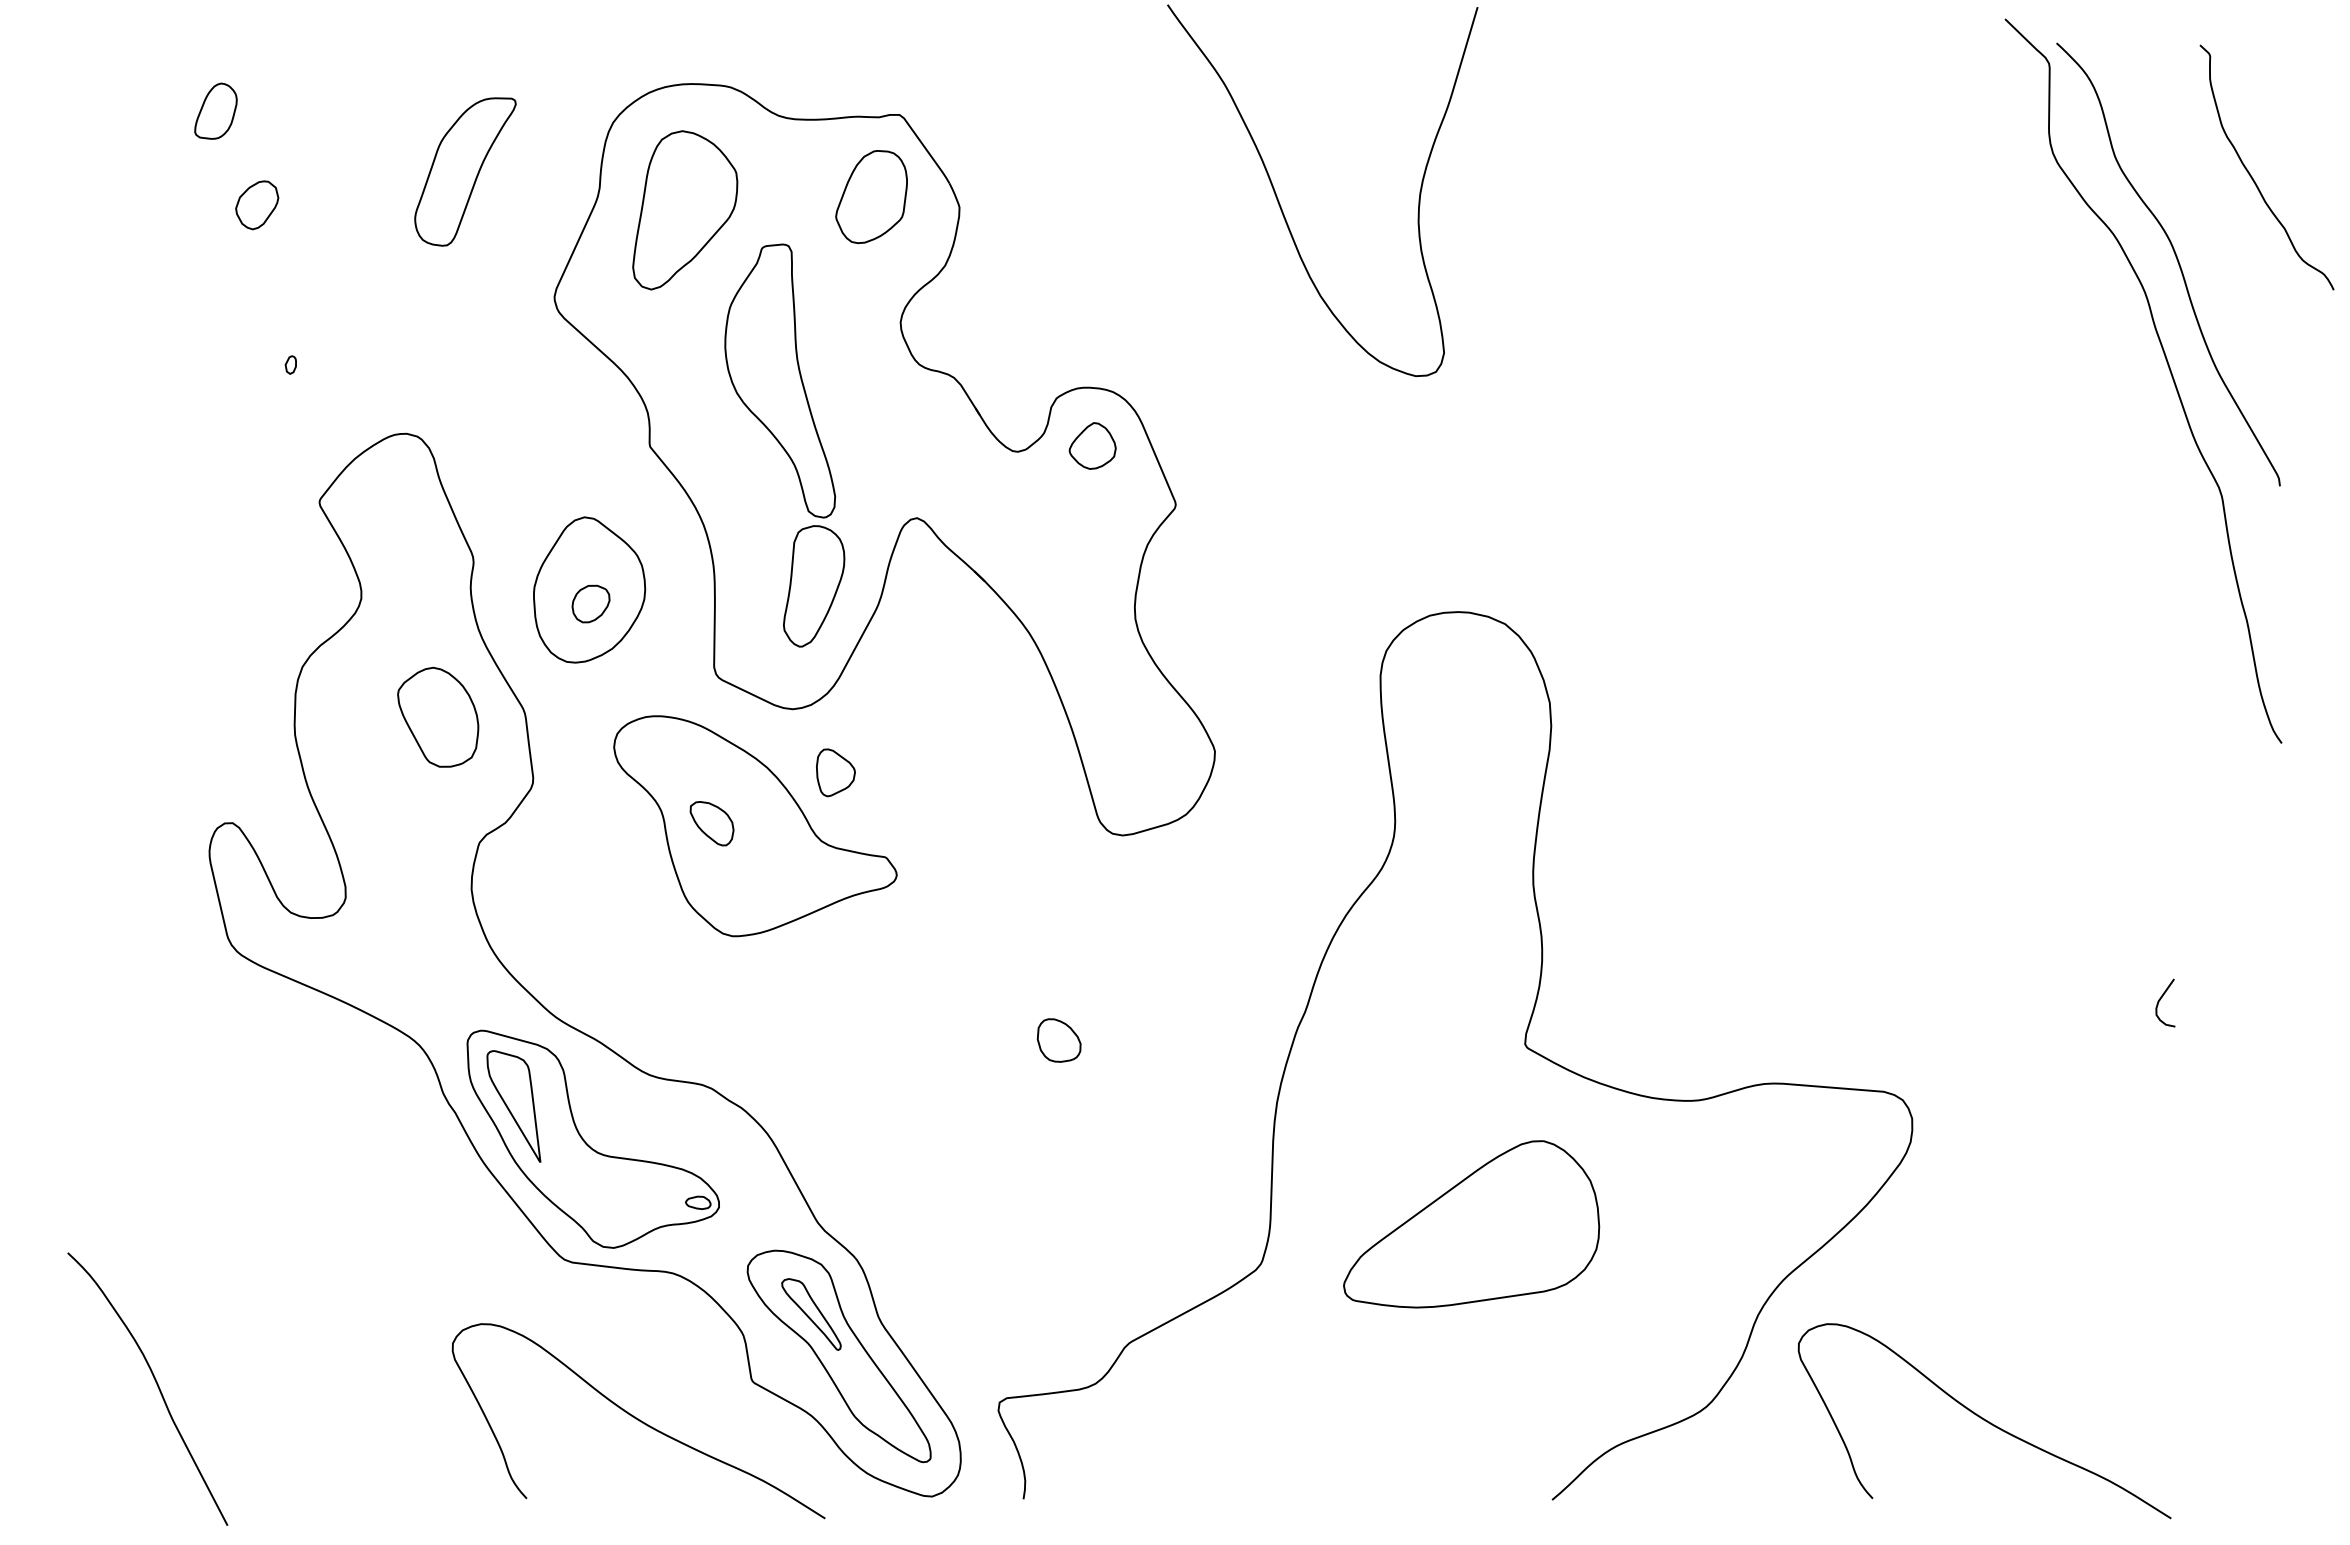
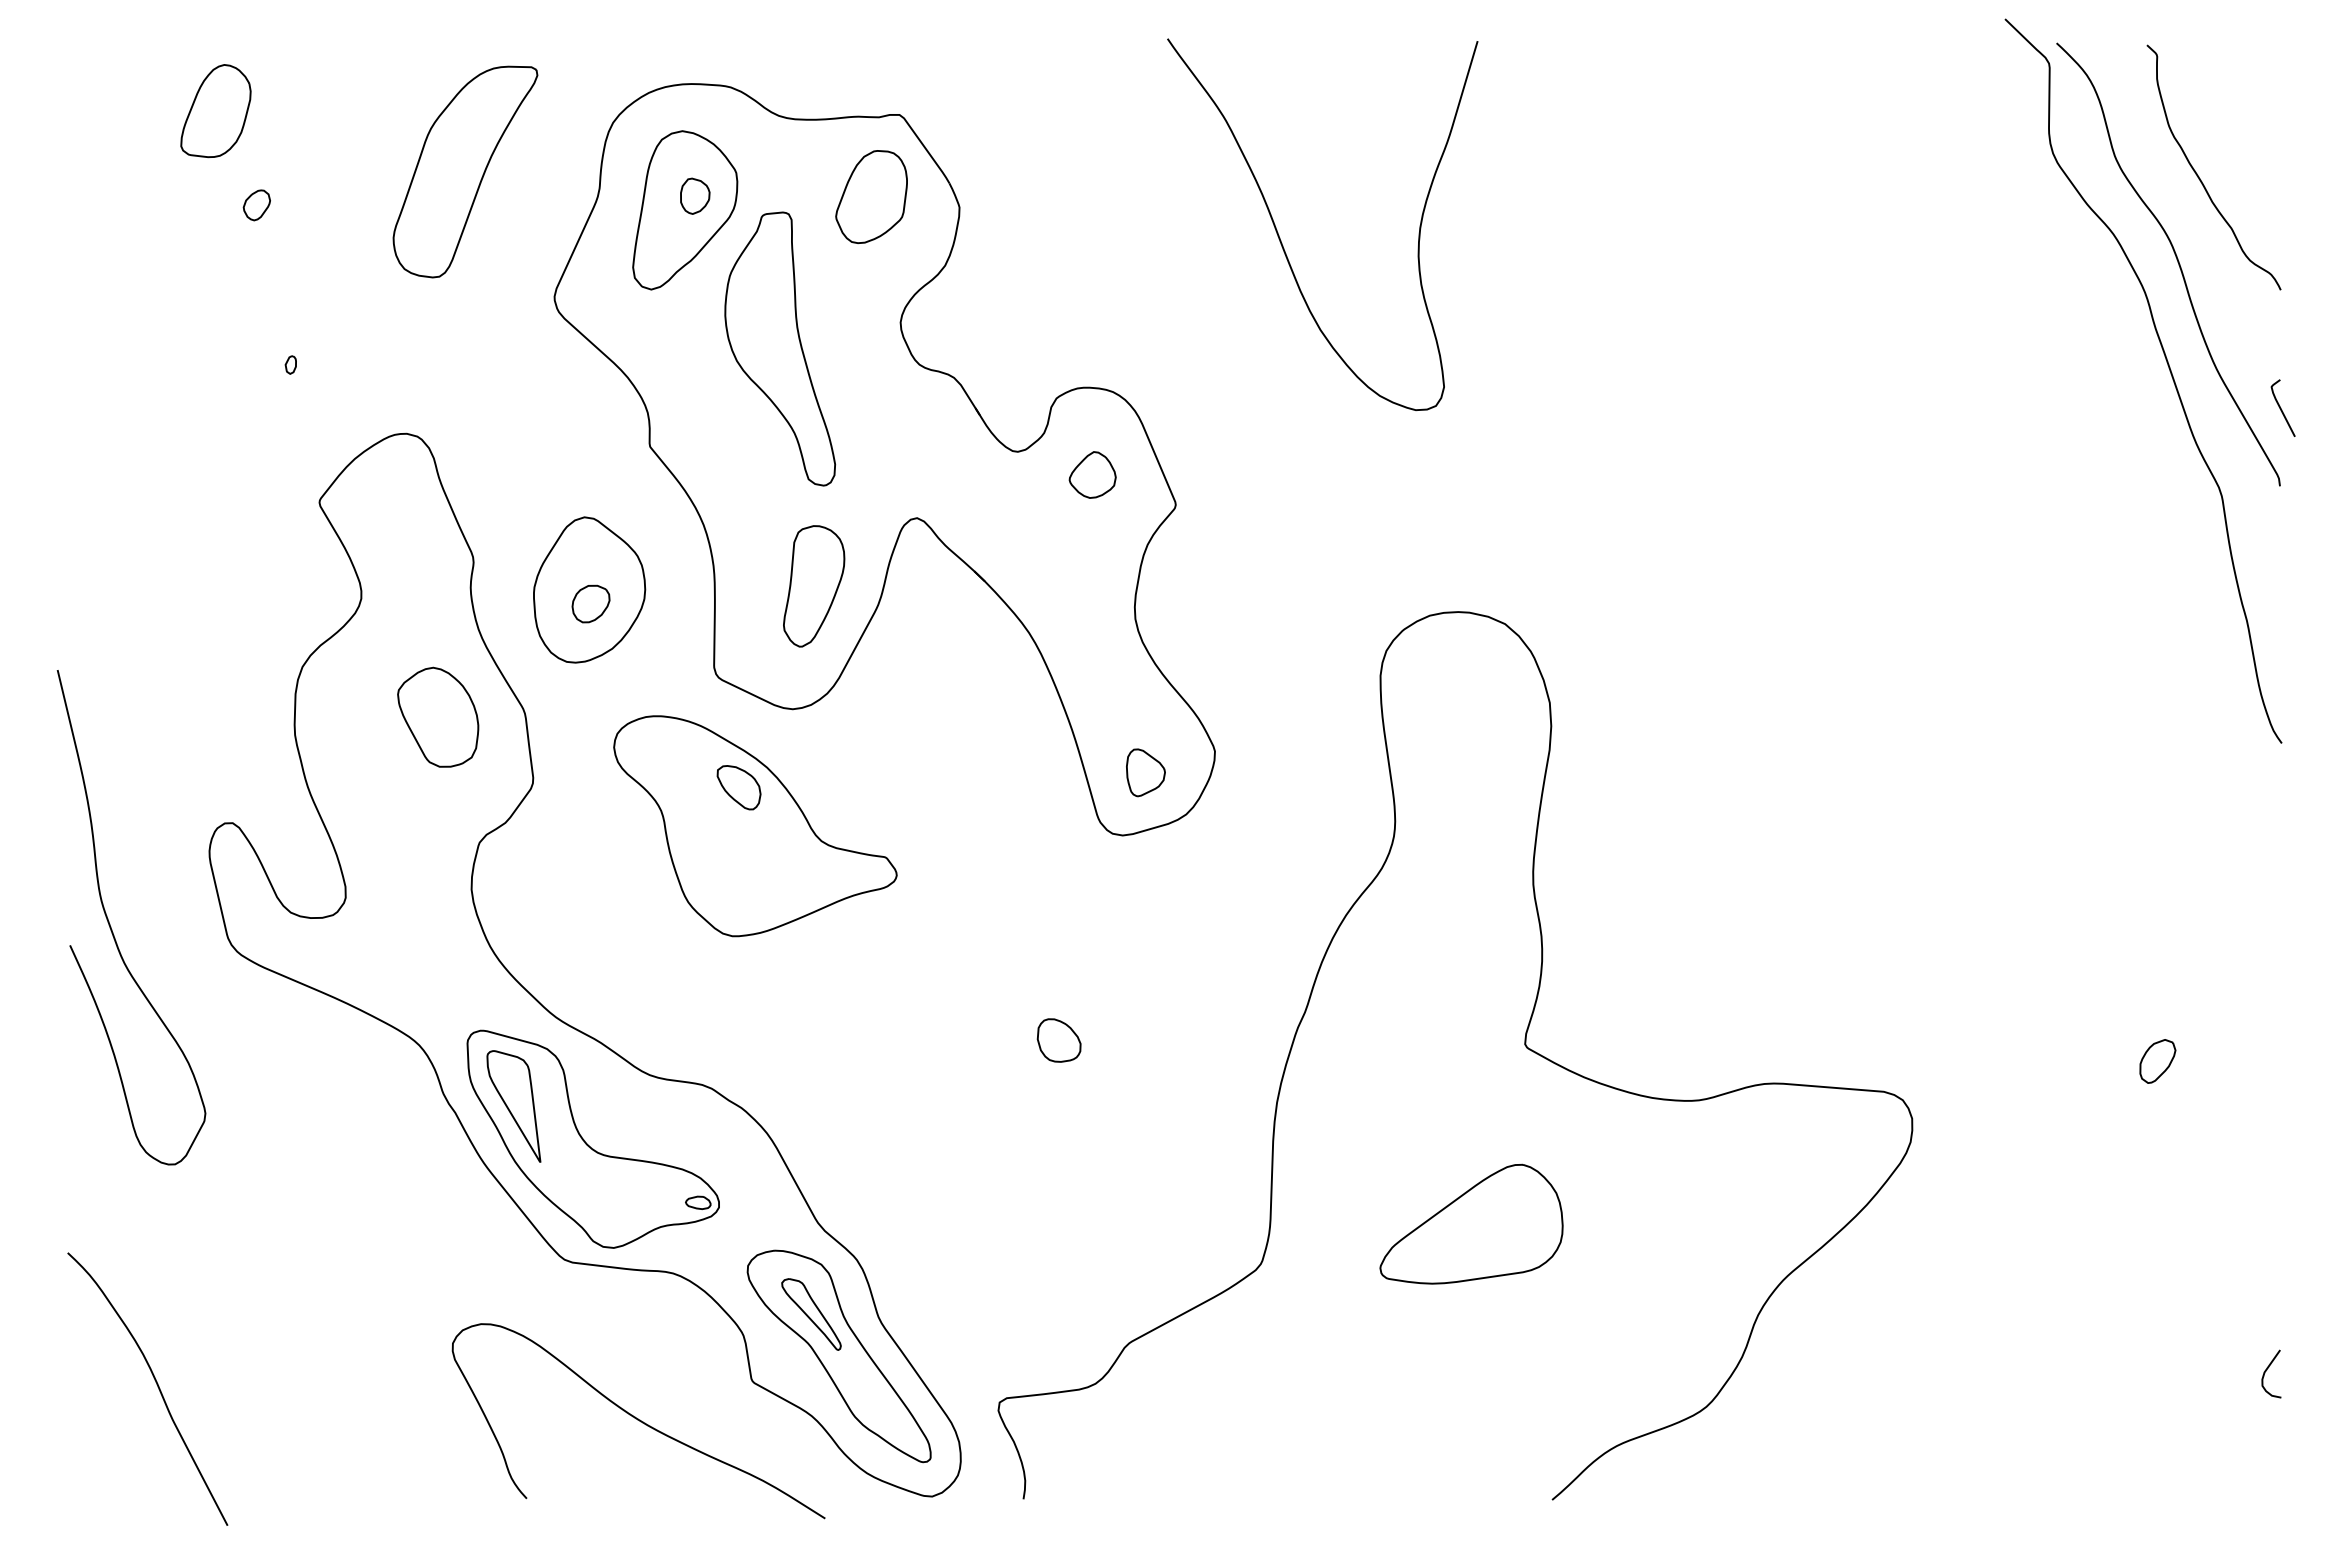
part at (215, 110) size: 44x58 px -> 72x95 px
part at (465, 171) size: 103x150 px -> 147x214 px
curve at (2252, 176) position: (2252, 176) -> (2199, 176)
part at (695, 195): none -> present
curve at (1280, 203) position: (1280, 203) -> (1280, 237)
part at (257, 205) size: 45x51 px -> 29x33 px
part at (780, 380) position: (780, 380) -> (780, 348)
curve at (2281, 408): none -> present
part at (1092, 445) position: (1092, 445) -> (1092, 474)
part at (835, 772) position: (835, 772) -> (1145, 772)
part at (711, 823) position: (711, 823) -> (738, 787)
curve at (111, 926): none -> present
curve at (2161, 999) position: (2161, 999) -> (2267, 1370)
part at (2157, 1061): none -> present
part at (1471, 1224) size: 258x169 px -> 185x122 px
curve at (1984, 1420): present -> none
